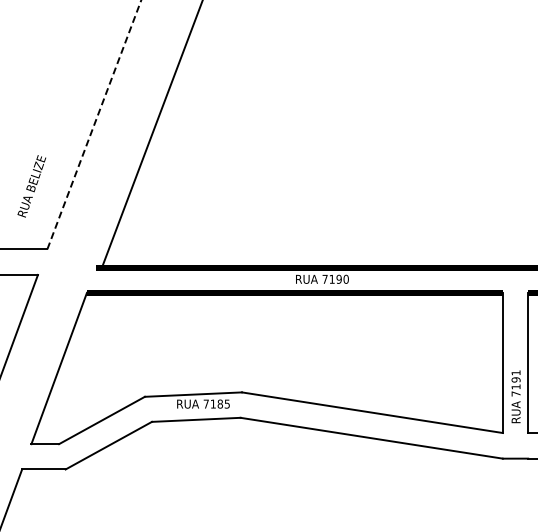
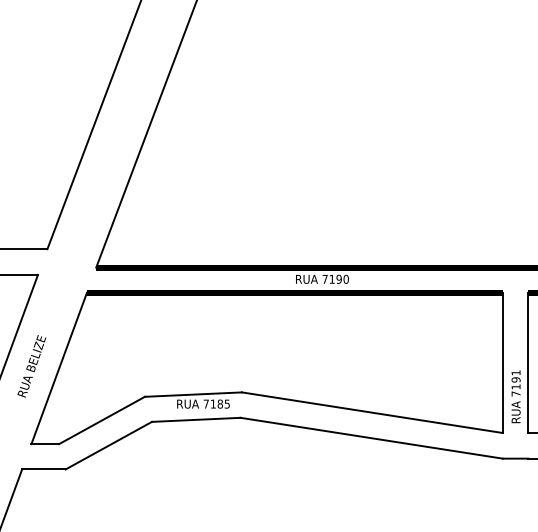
line at (94, 125): dashed -> solid
line at (151, 135) position: (151, 135) -> (146, 134)
text at (31, 186) position: (31, 186) -> (31, 366)
